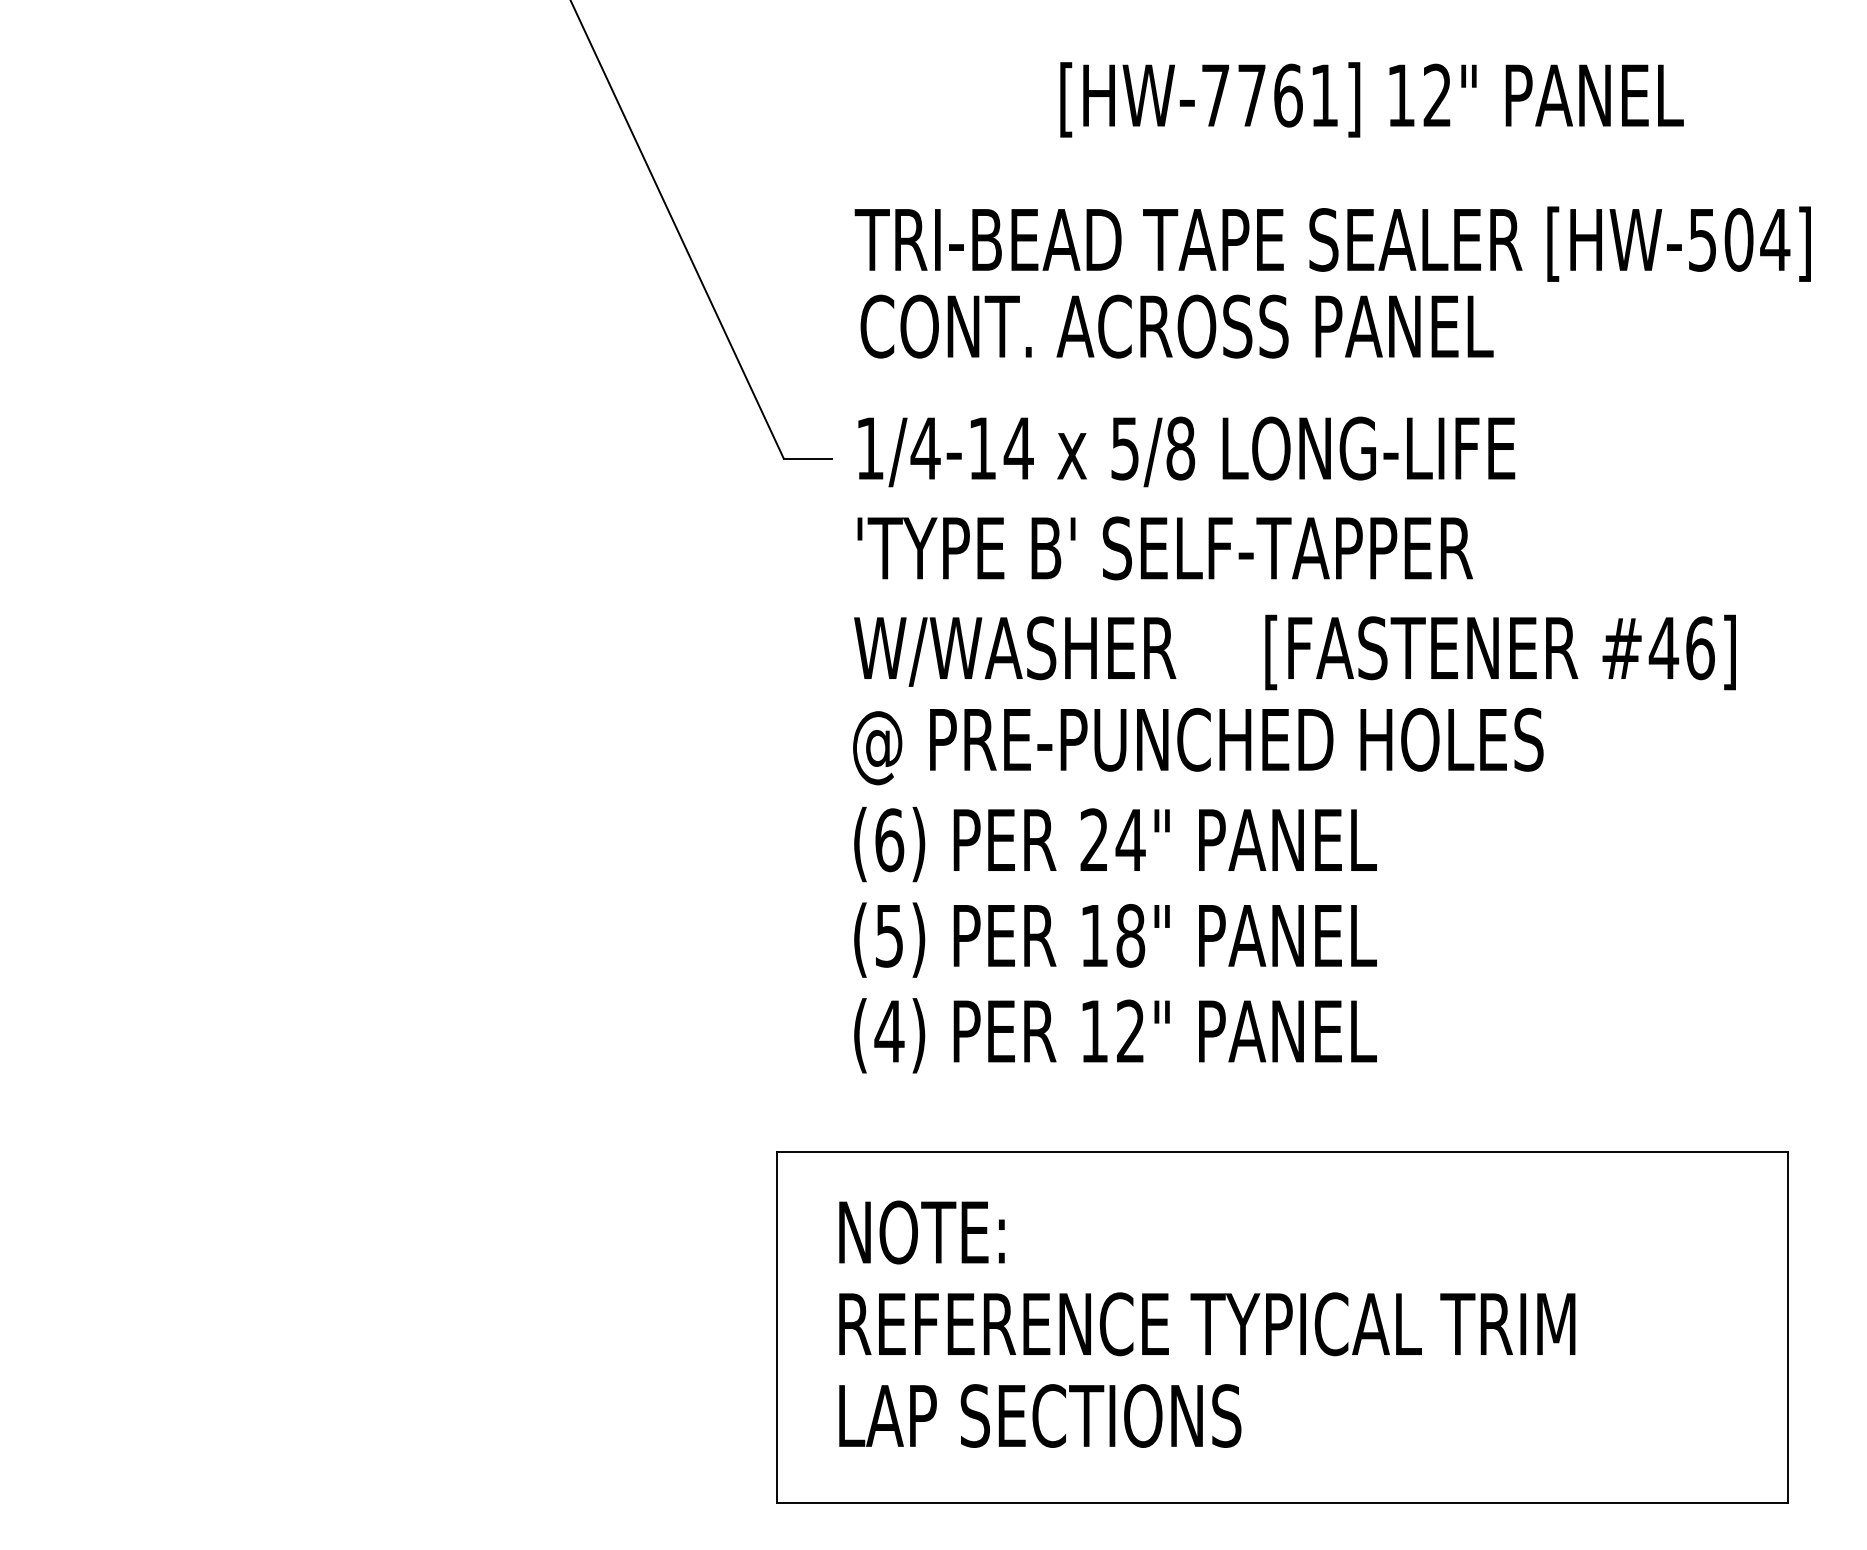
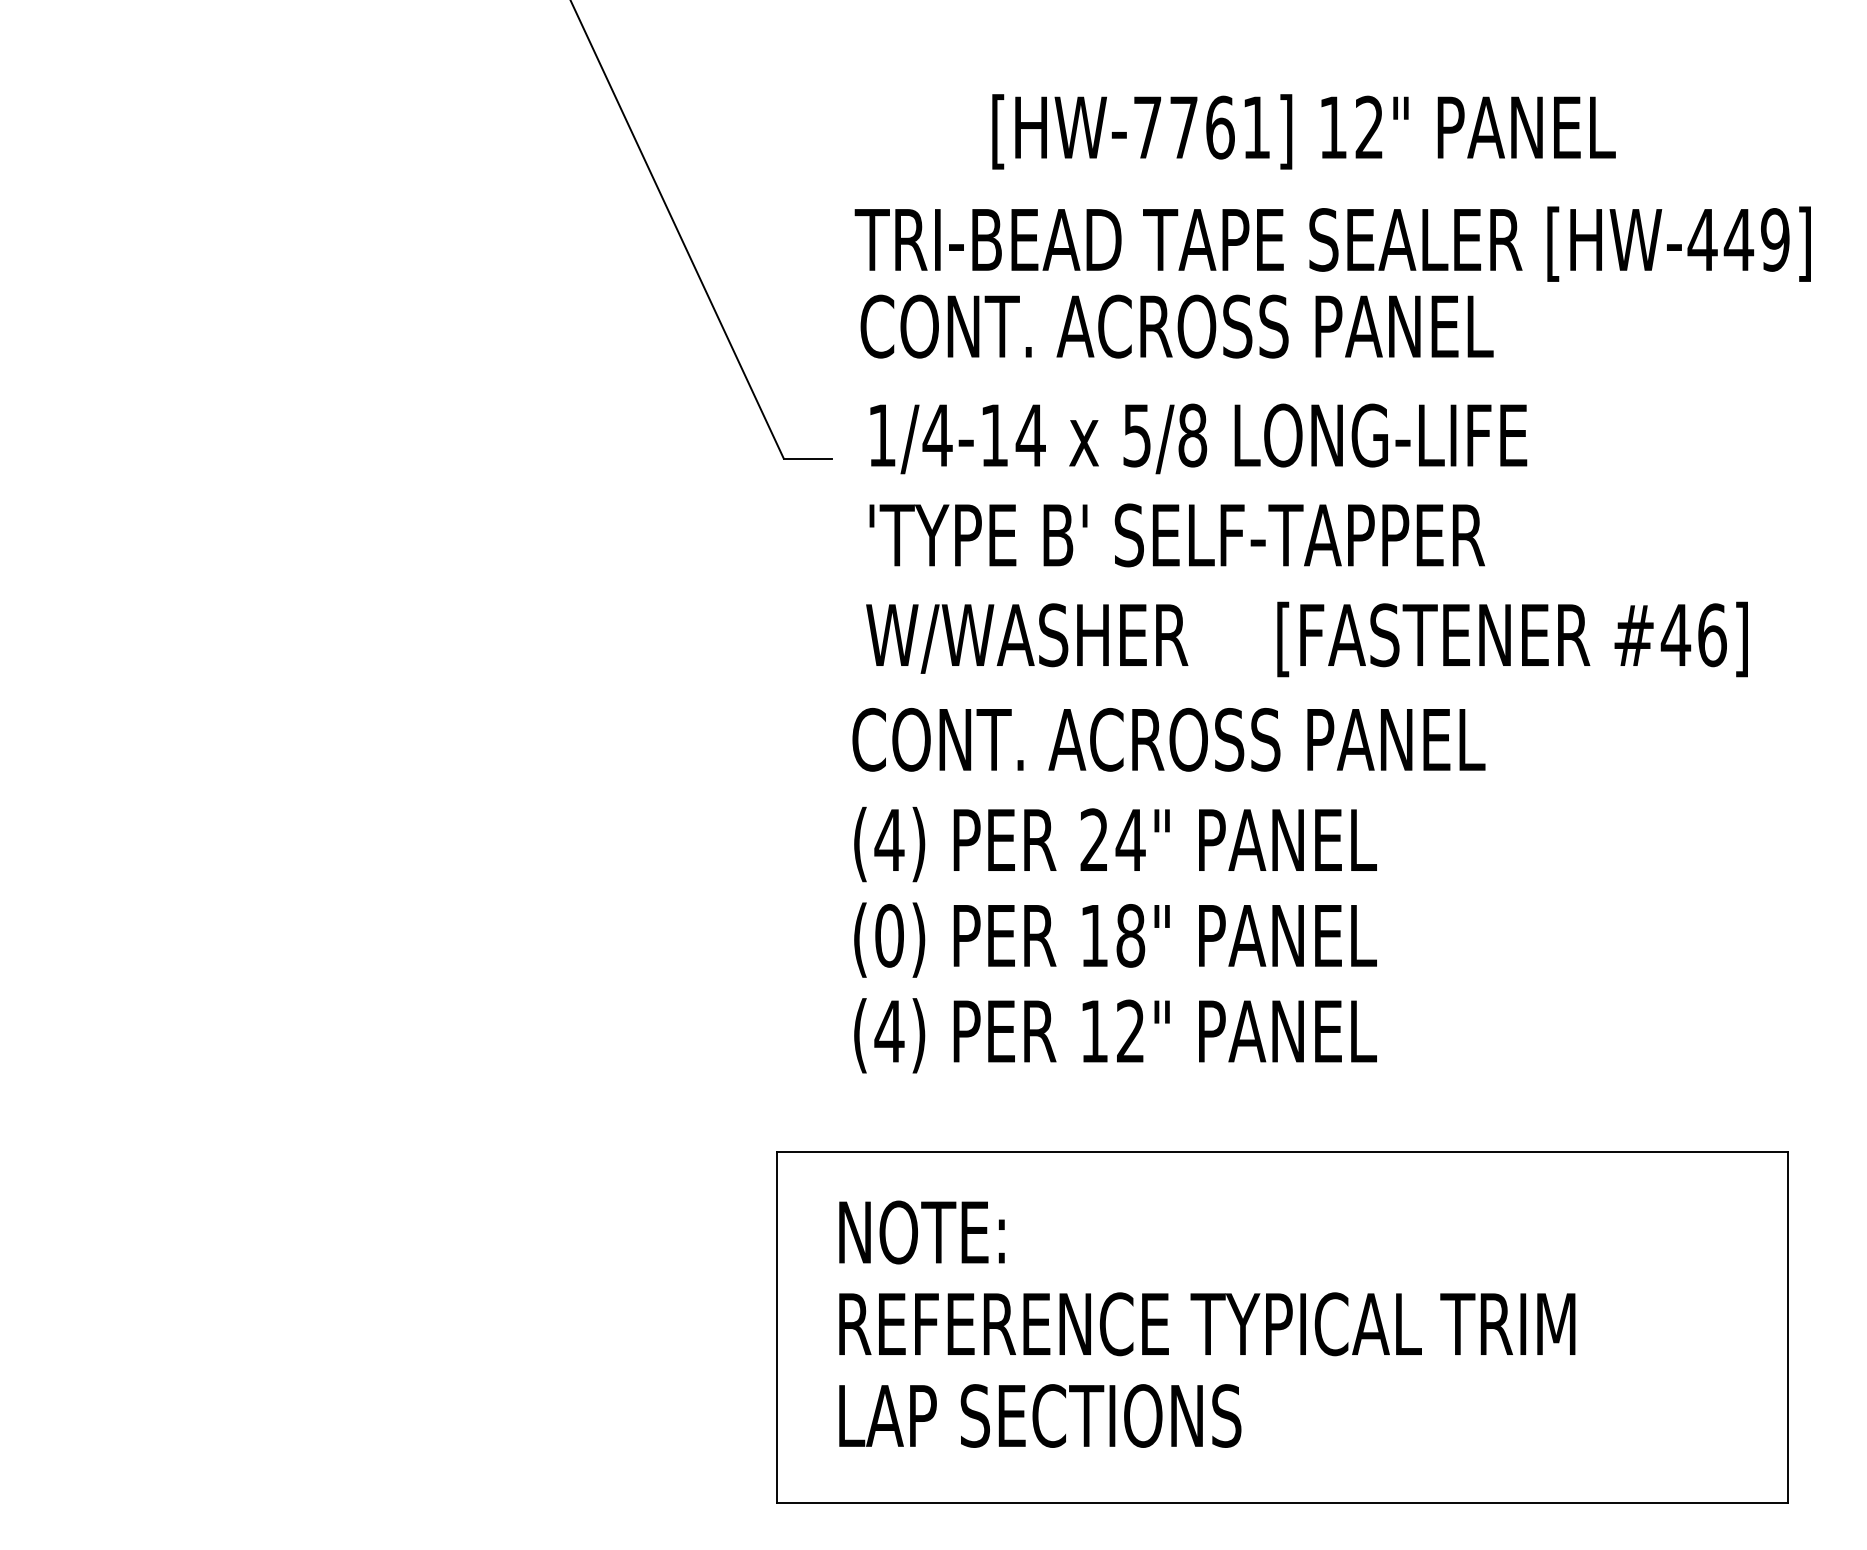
text at (1371, 99) position: (1371, 99) -> (1303, 131)
text at (1738, 239): [HW-504] -> [HW-449]
text at (1294, 553) position: (1294, 553) -> (1306, 540)
text at (1197, 746): @ PRE-PUNCHED HOLES -> CONT. ACROSS PANEL
text at (889, 840): (6) -> (4)
text at (889, 935): (5) -> (0)
